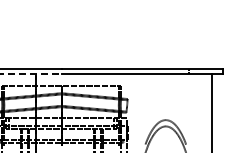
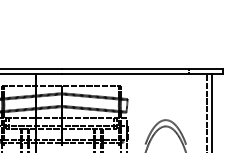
line at (31, 73): dashed -> solid
line at (207, 111): none -> present
